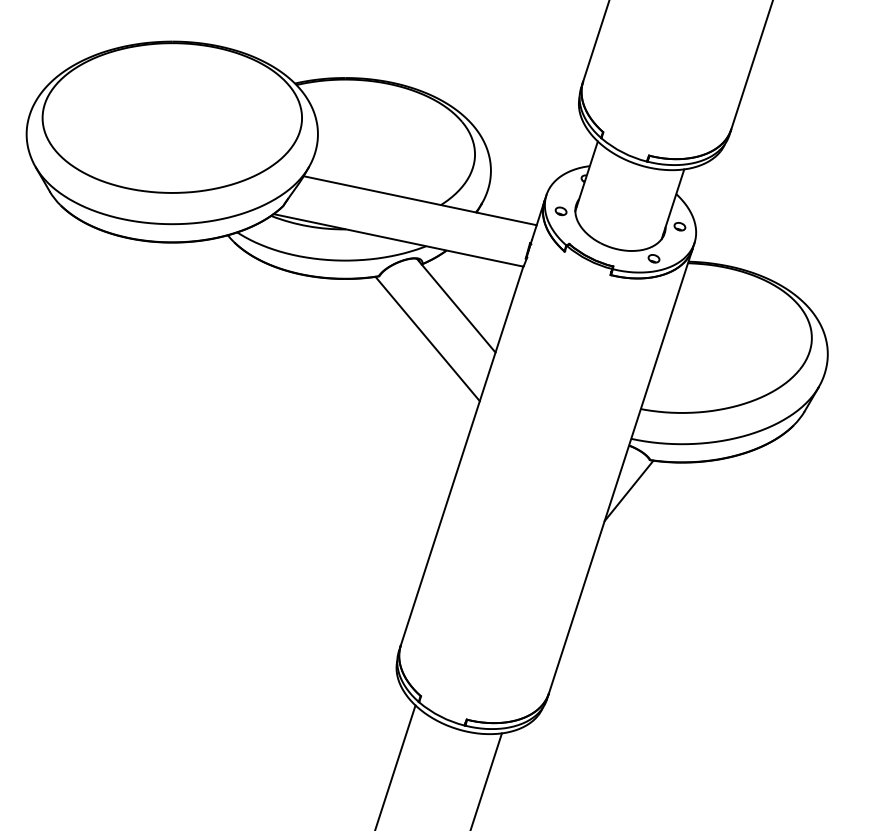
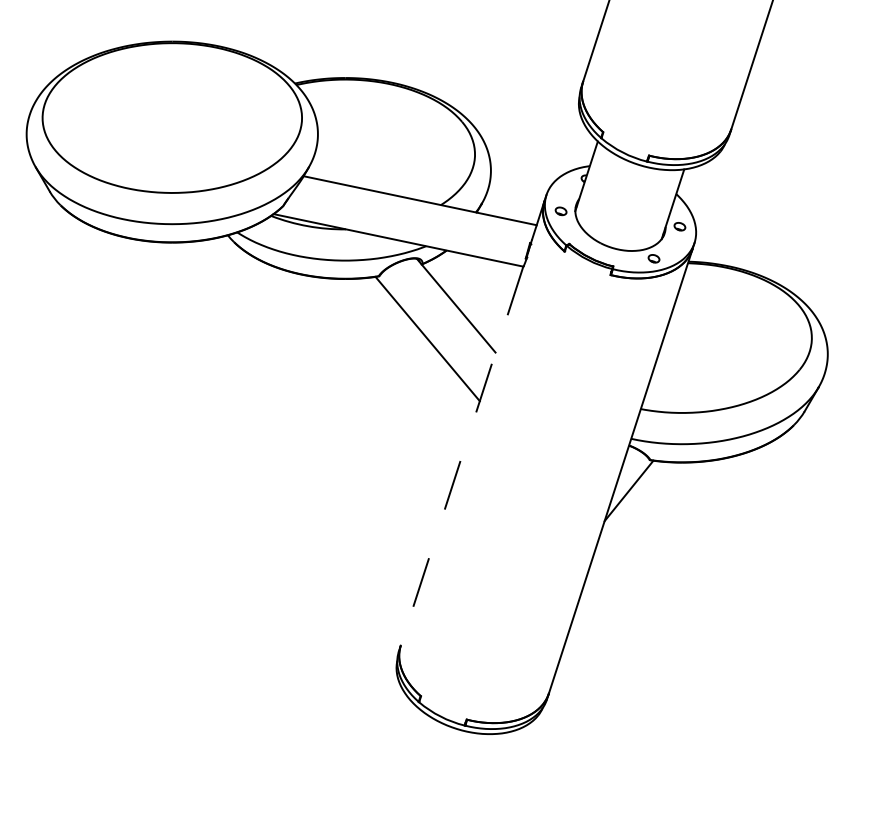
line at (461, 456): solid -> dashed
line at (395, 766): present -> none
line at (486, 780): present -> none
